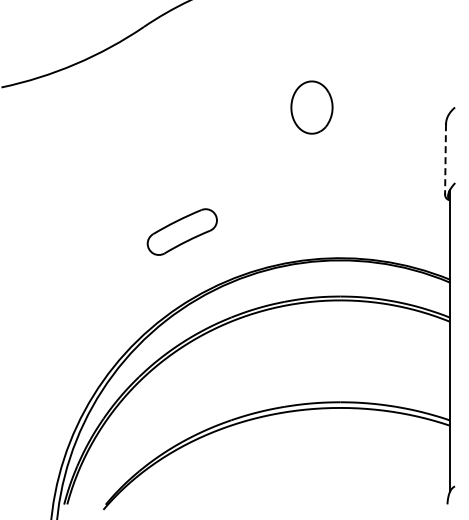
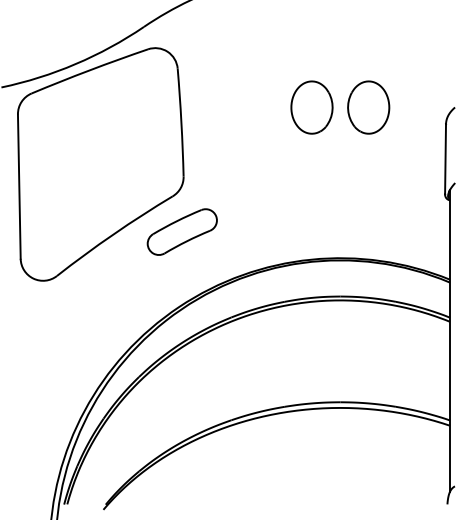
part at (368, 107): none -> present
line at (445, 159): dashed -> solid
part at (100, 164): none -> present
